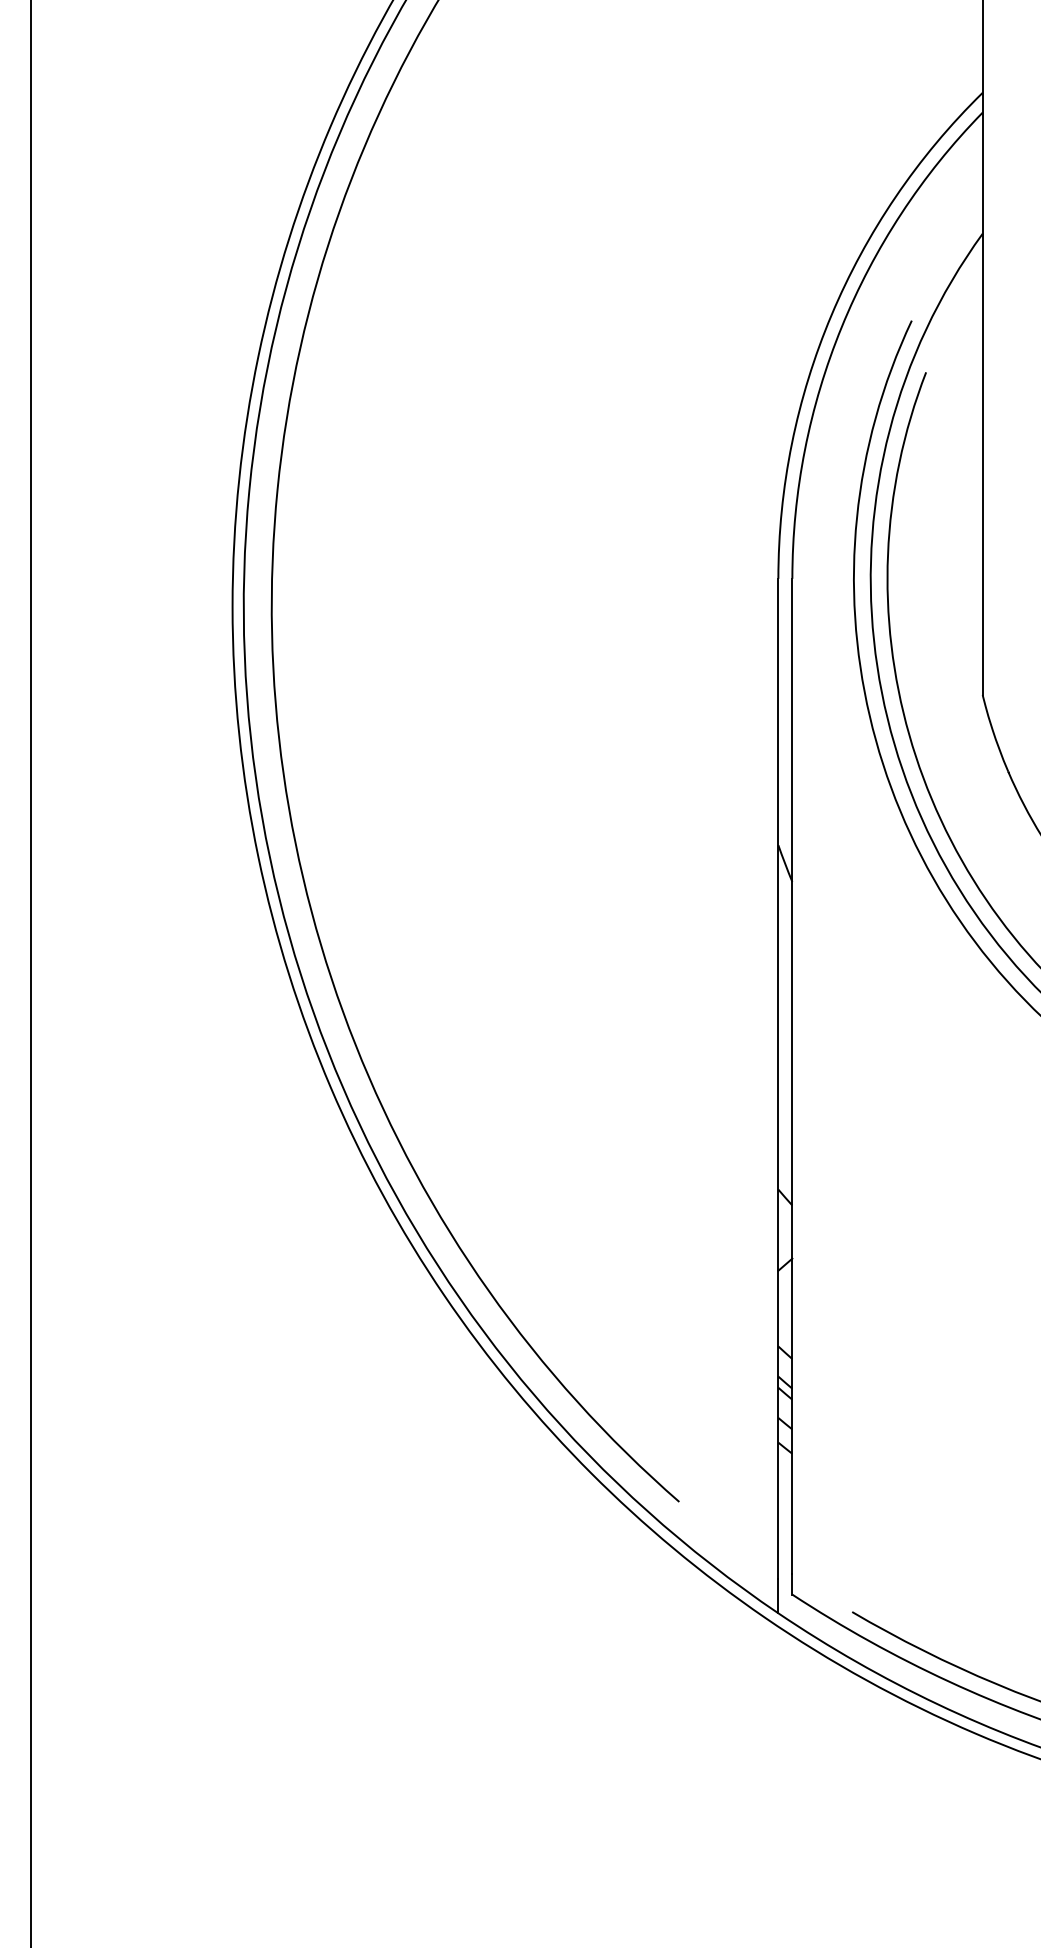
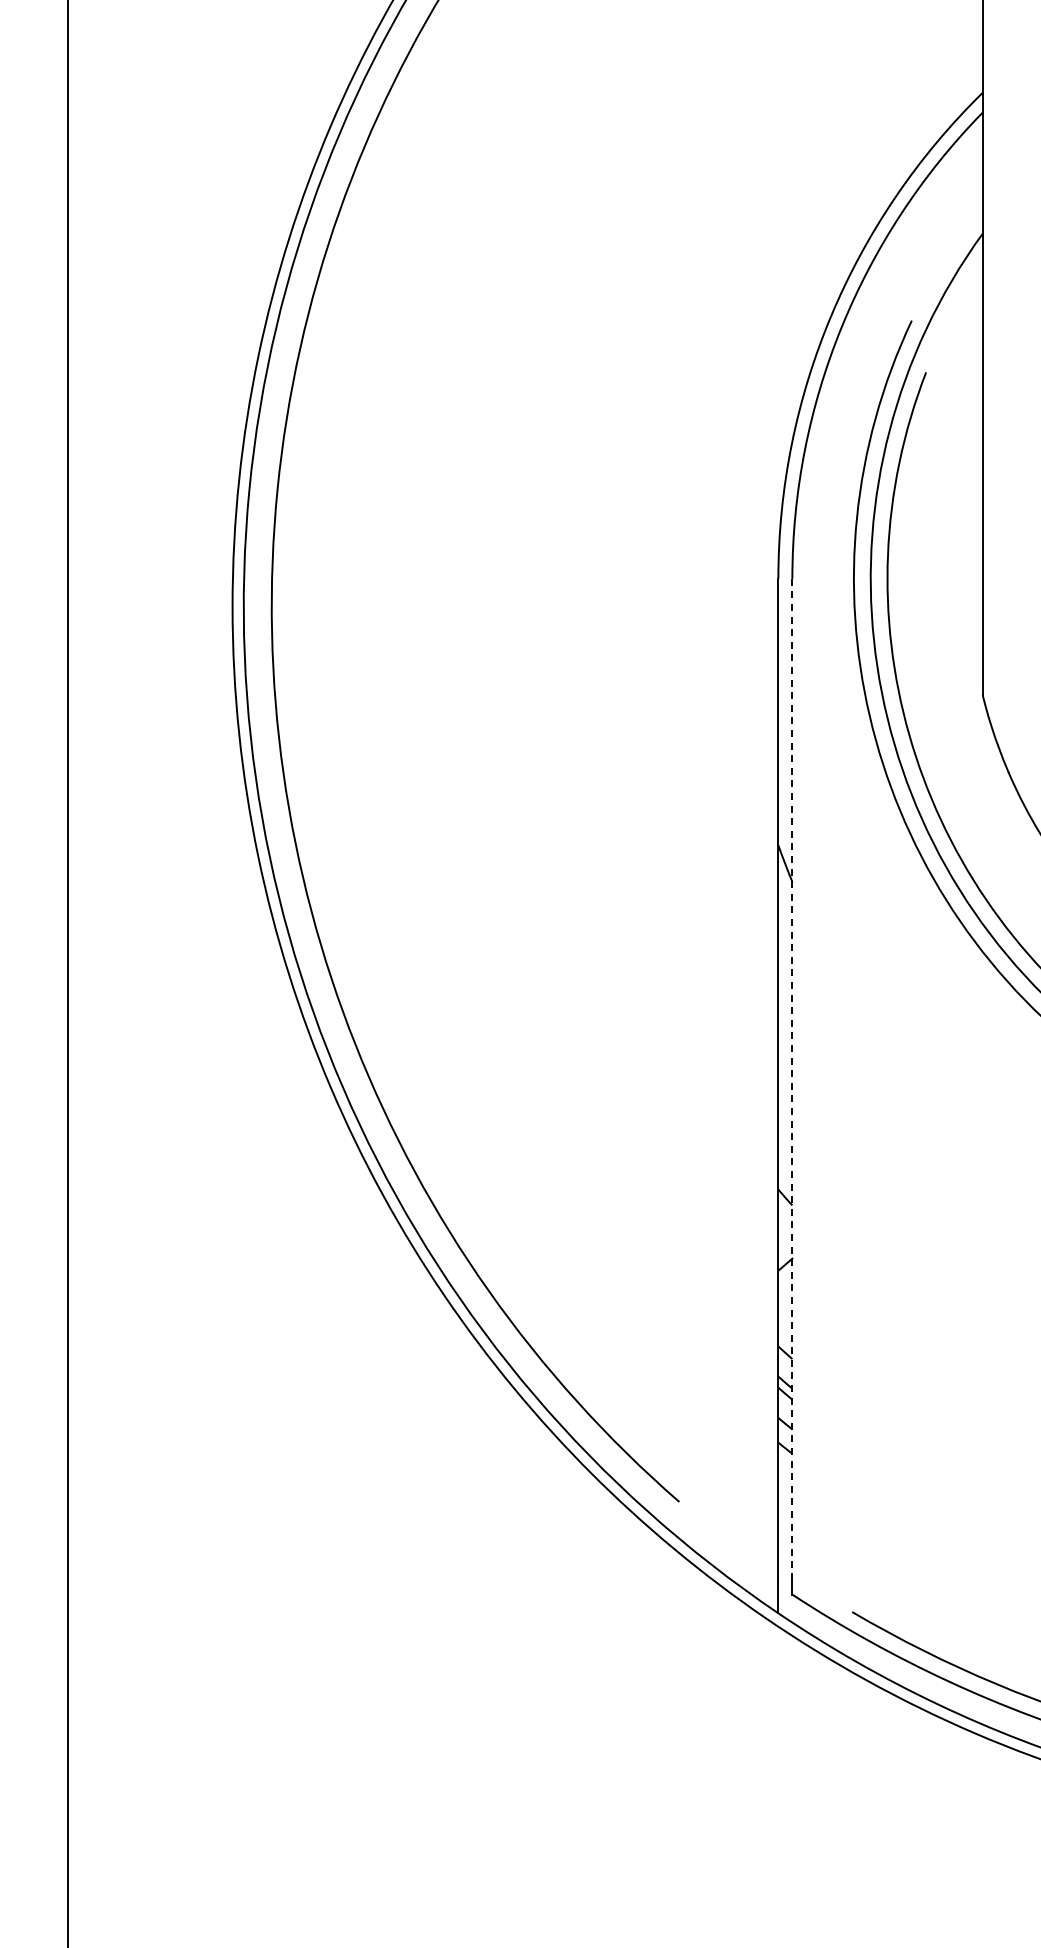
line at (31, 973) position: (31, 973) -> (68, 973)
line at (792, 1076): solid -> dashed
